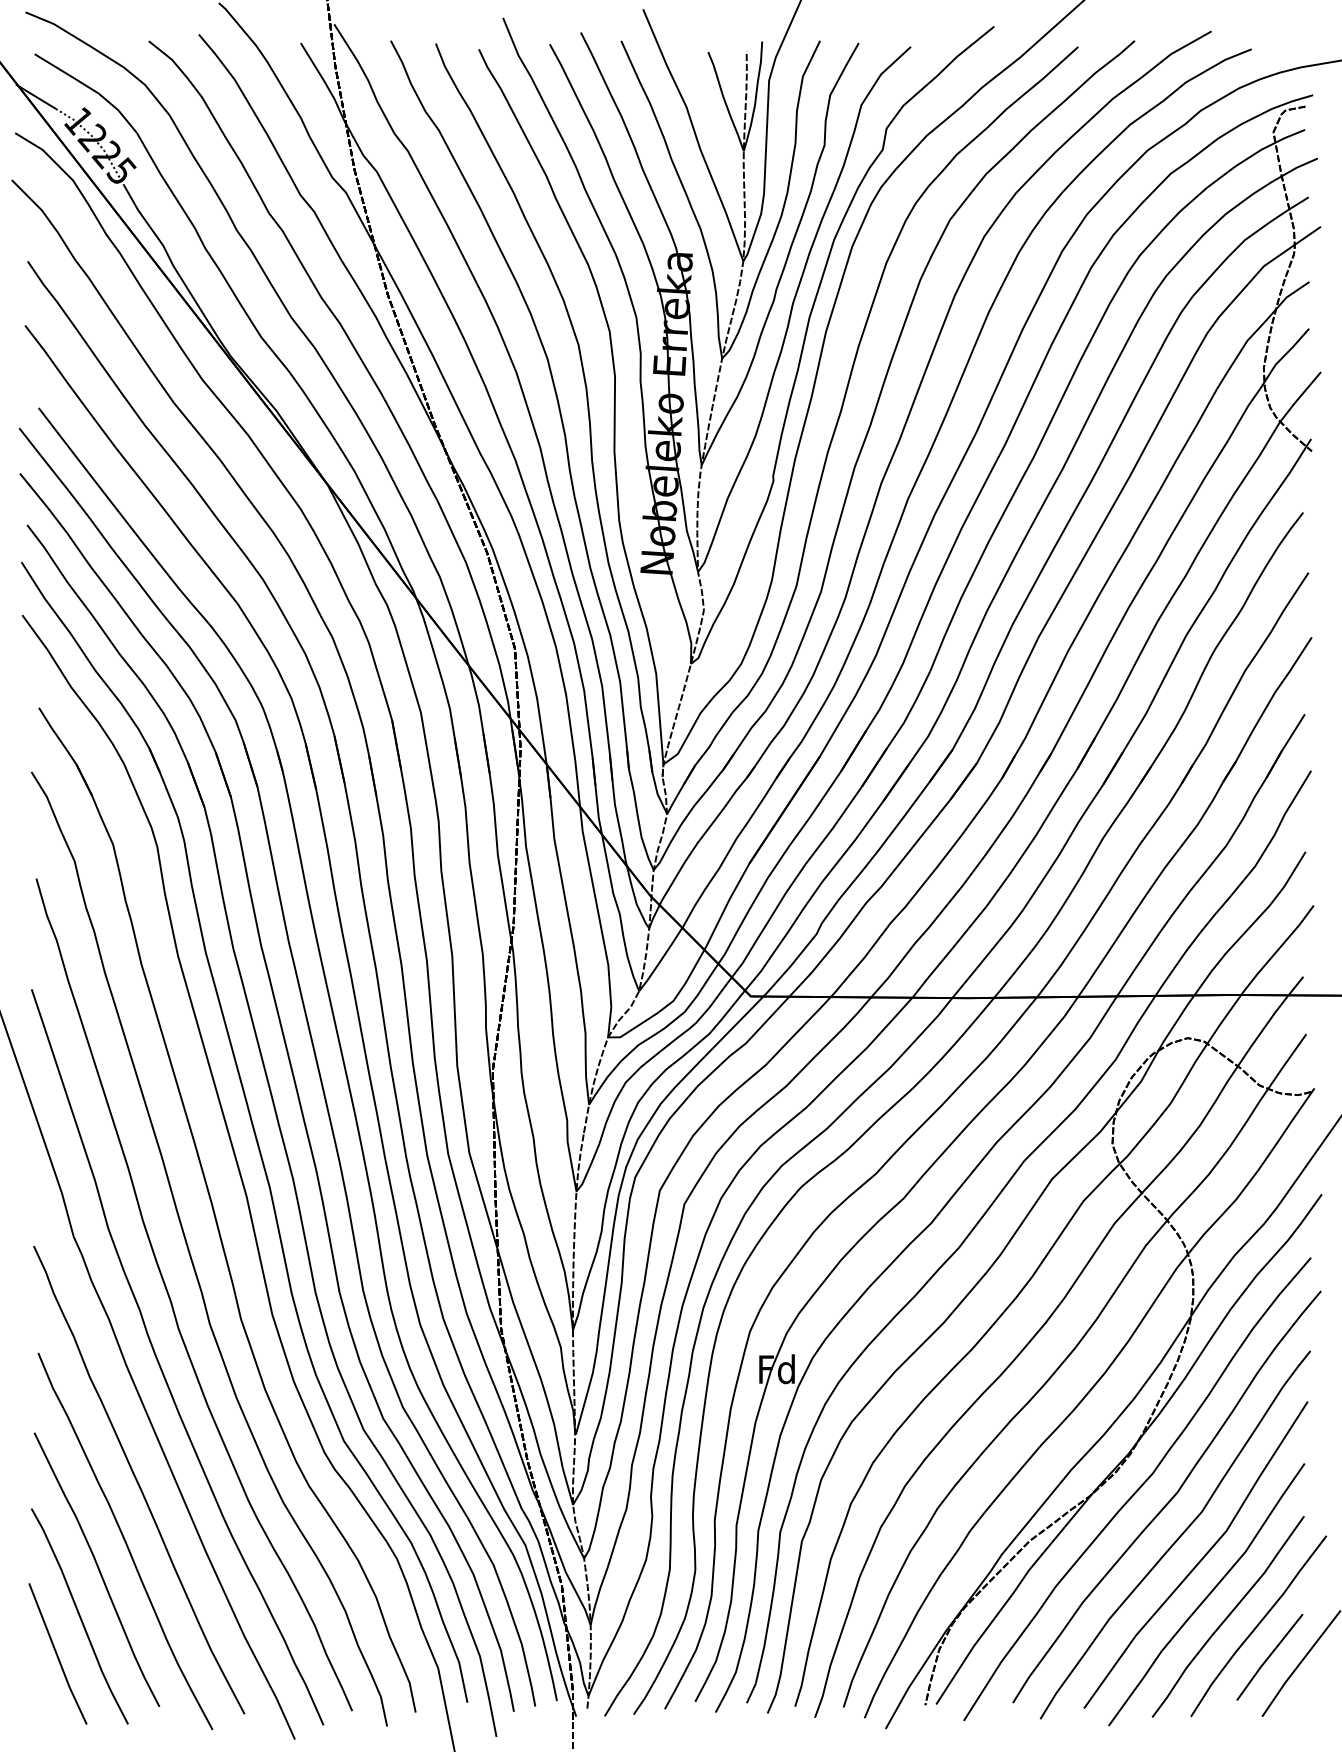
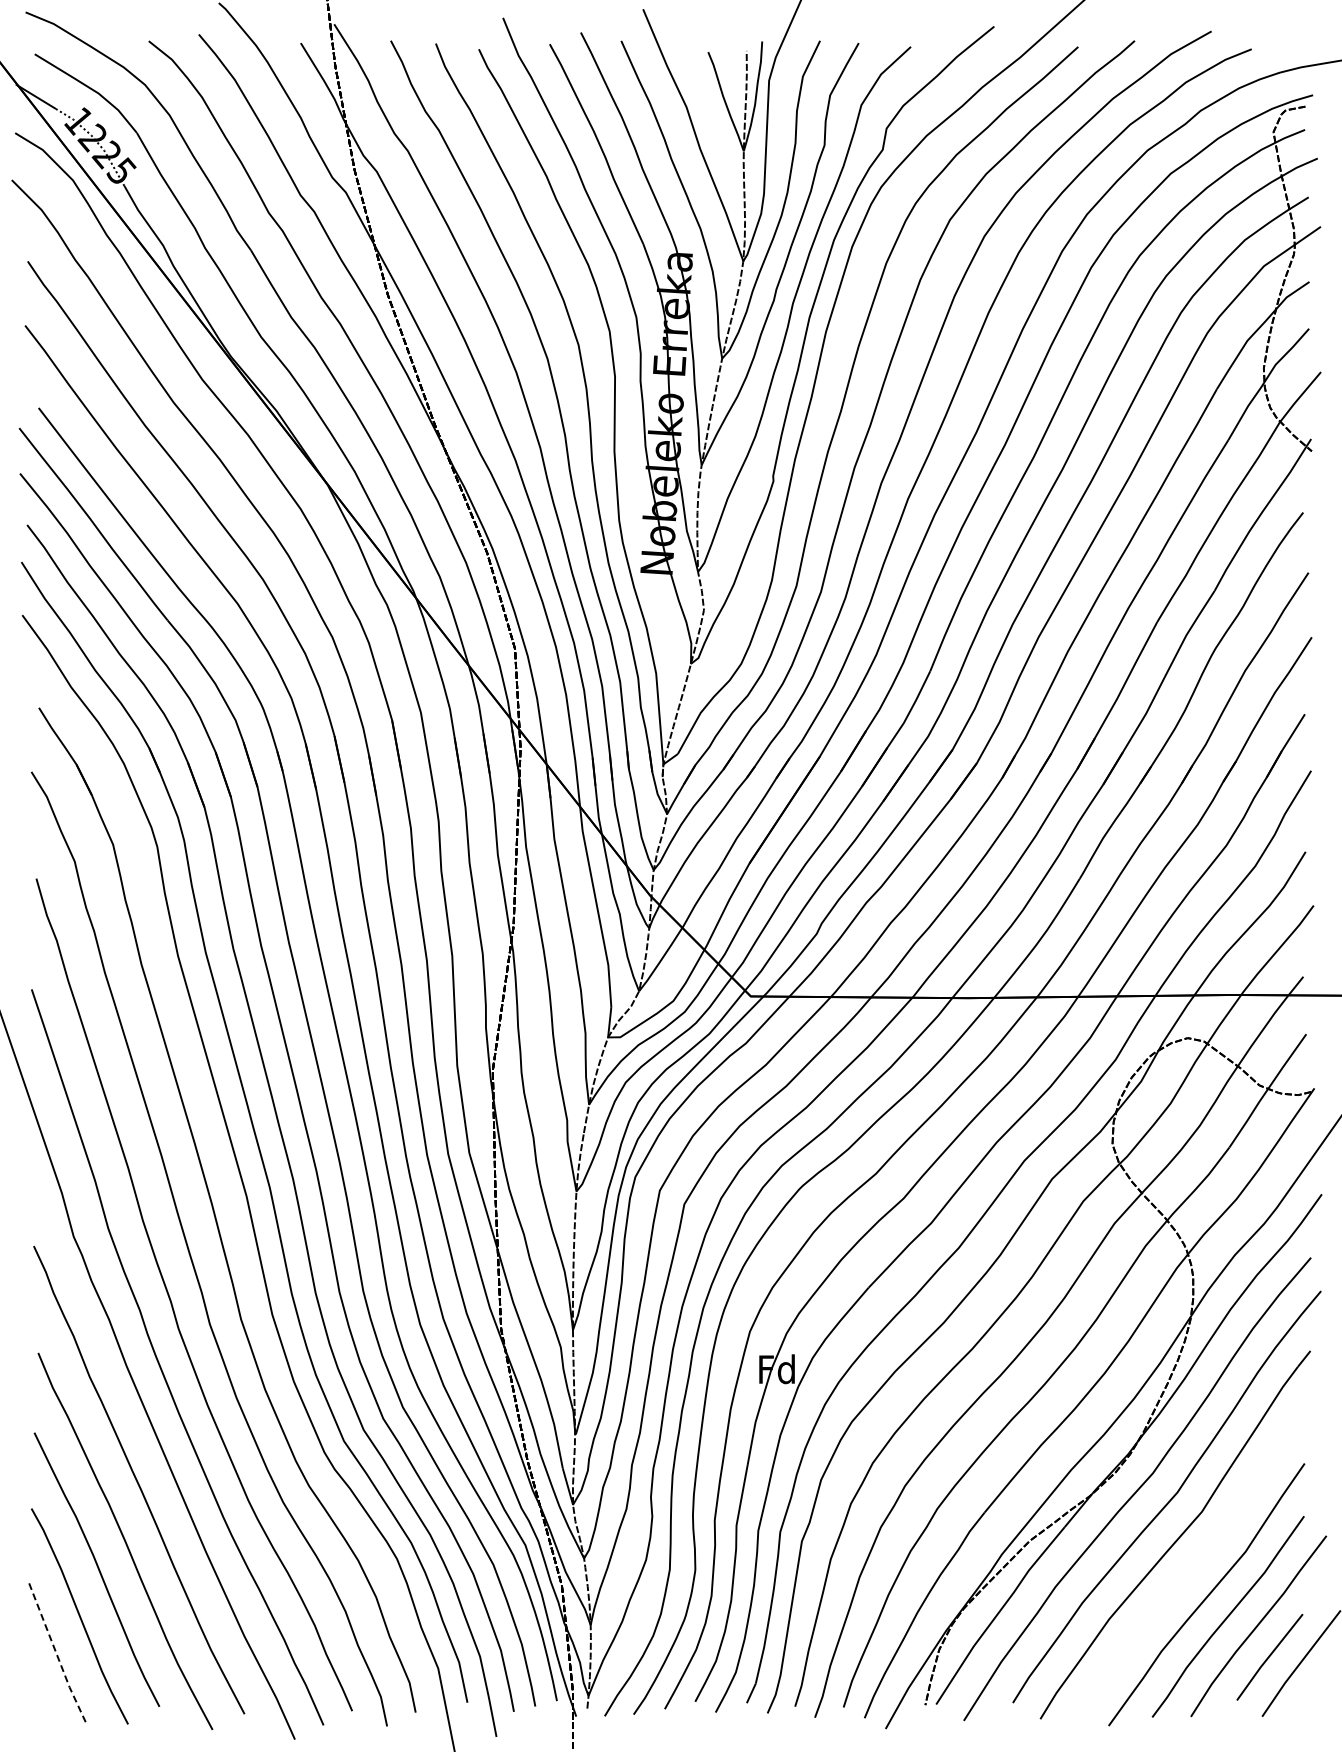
line at (1200, 1559): present -> none
line at (57, 1654): solid -> dashed
